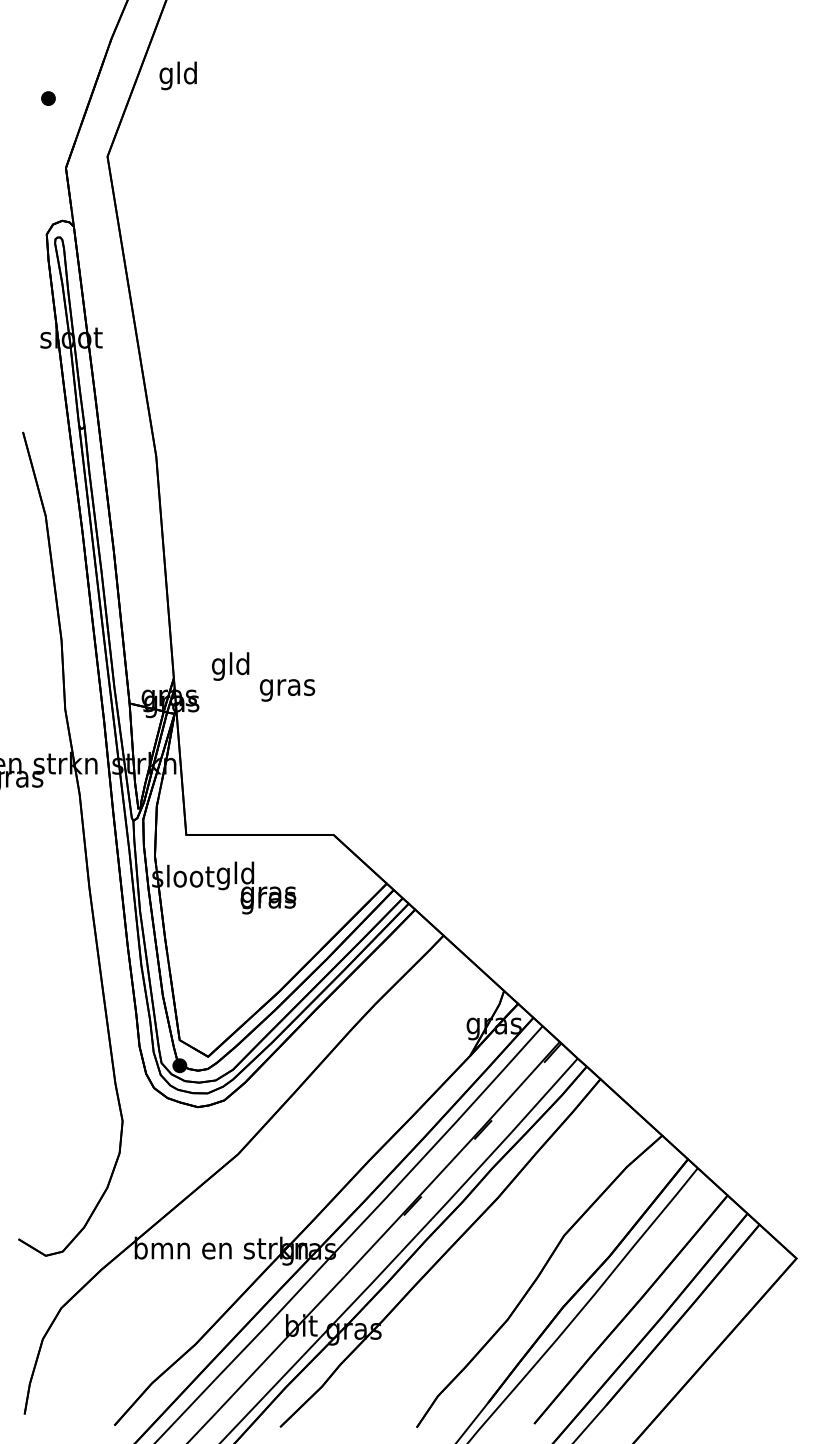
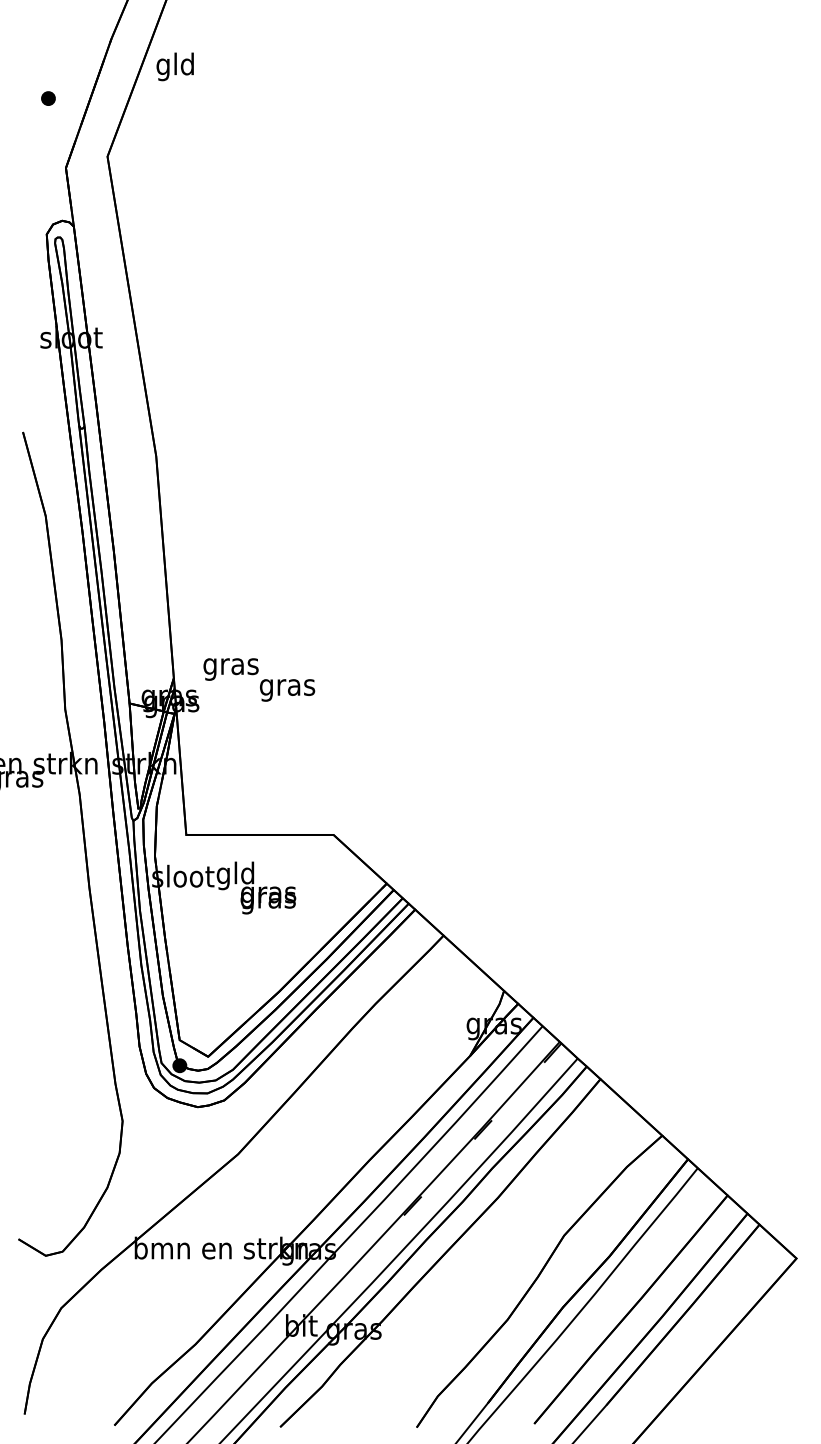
text at (177, 75) position: (177, 75) -> (174, 66)
text at (230, 666): gld -> gras
